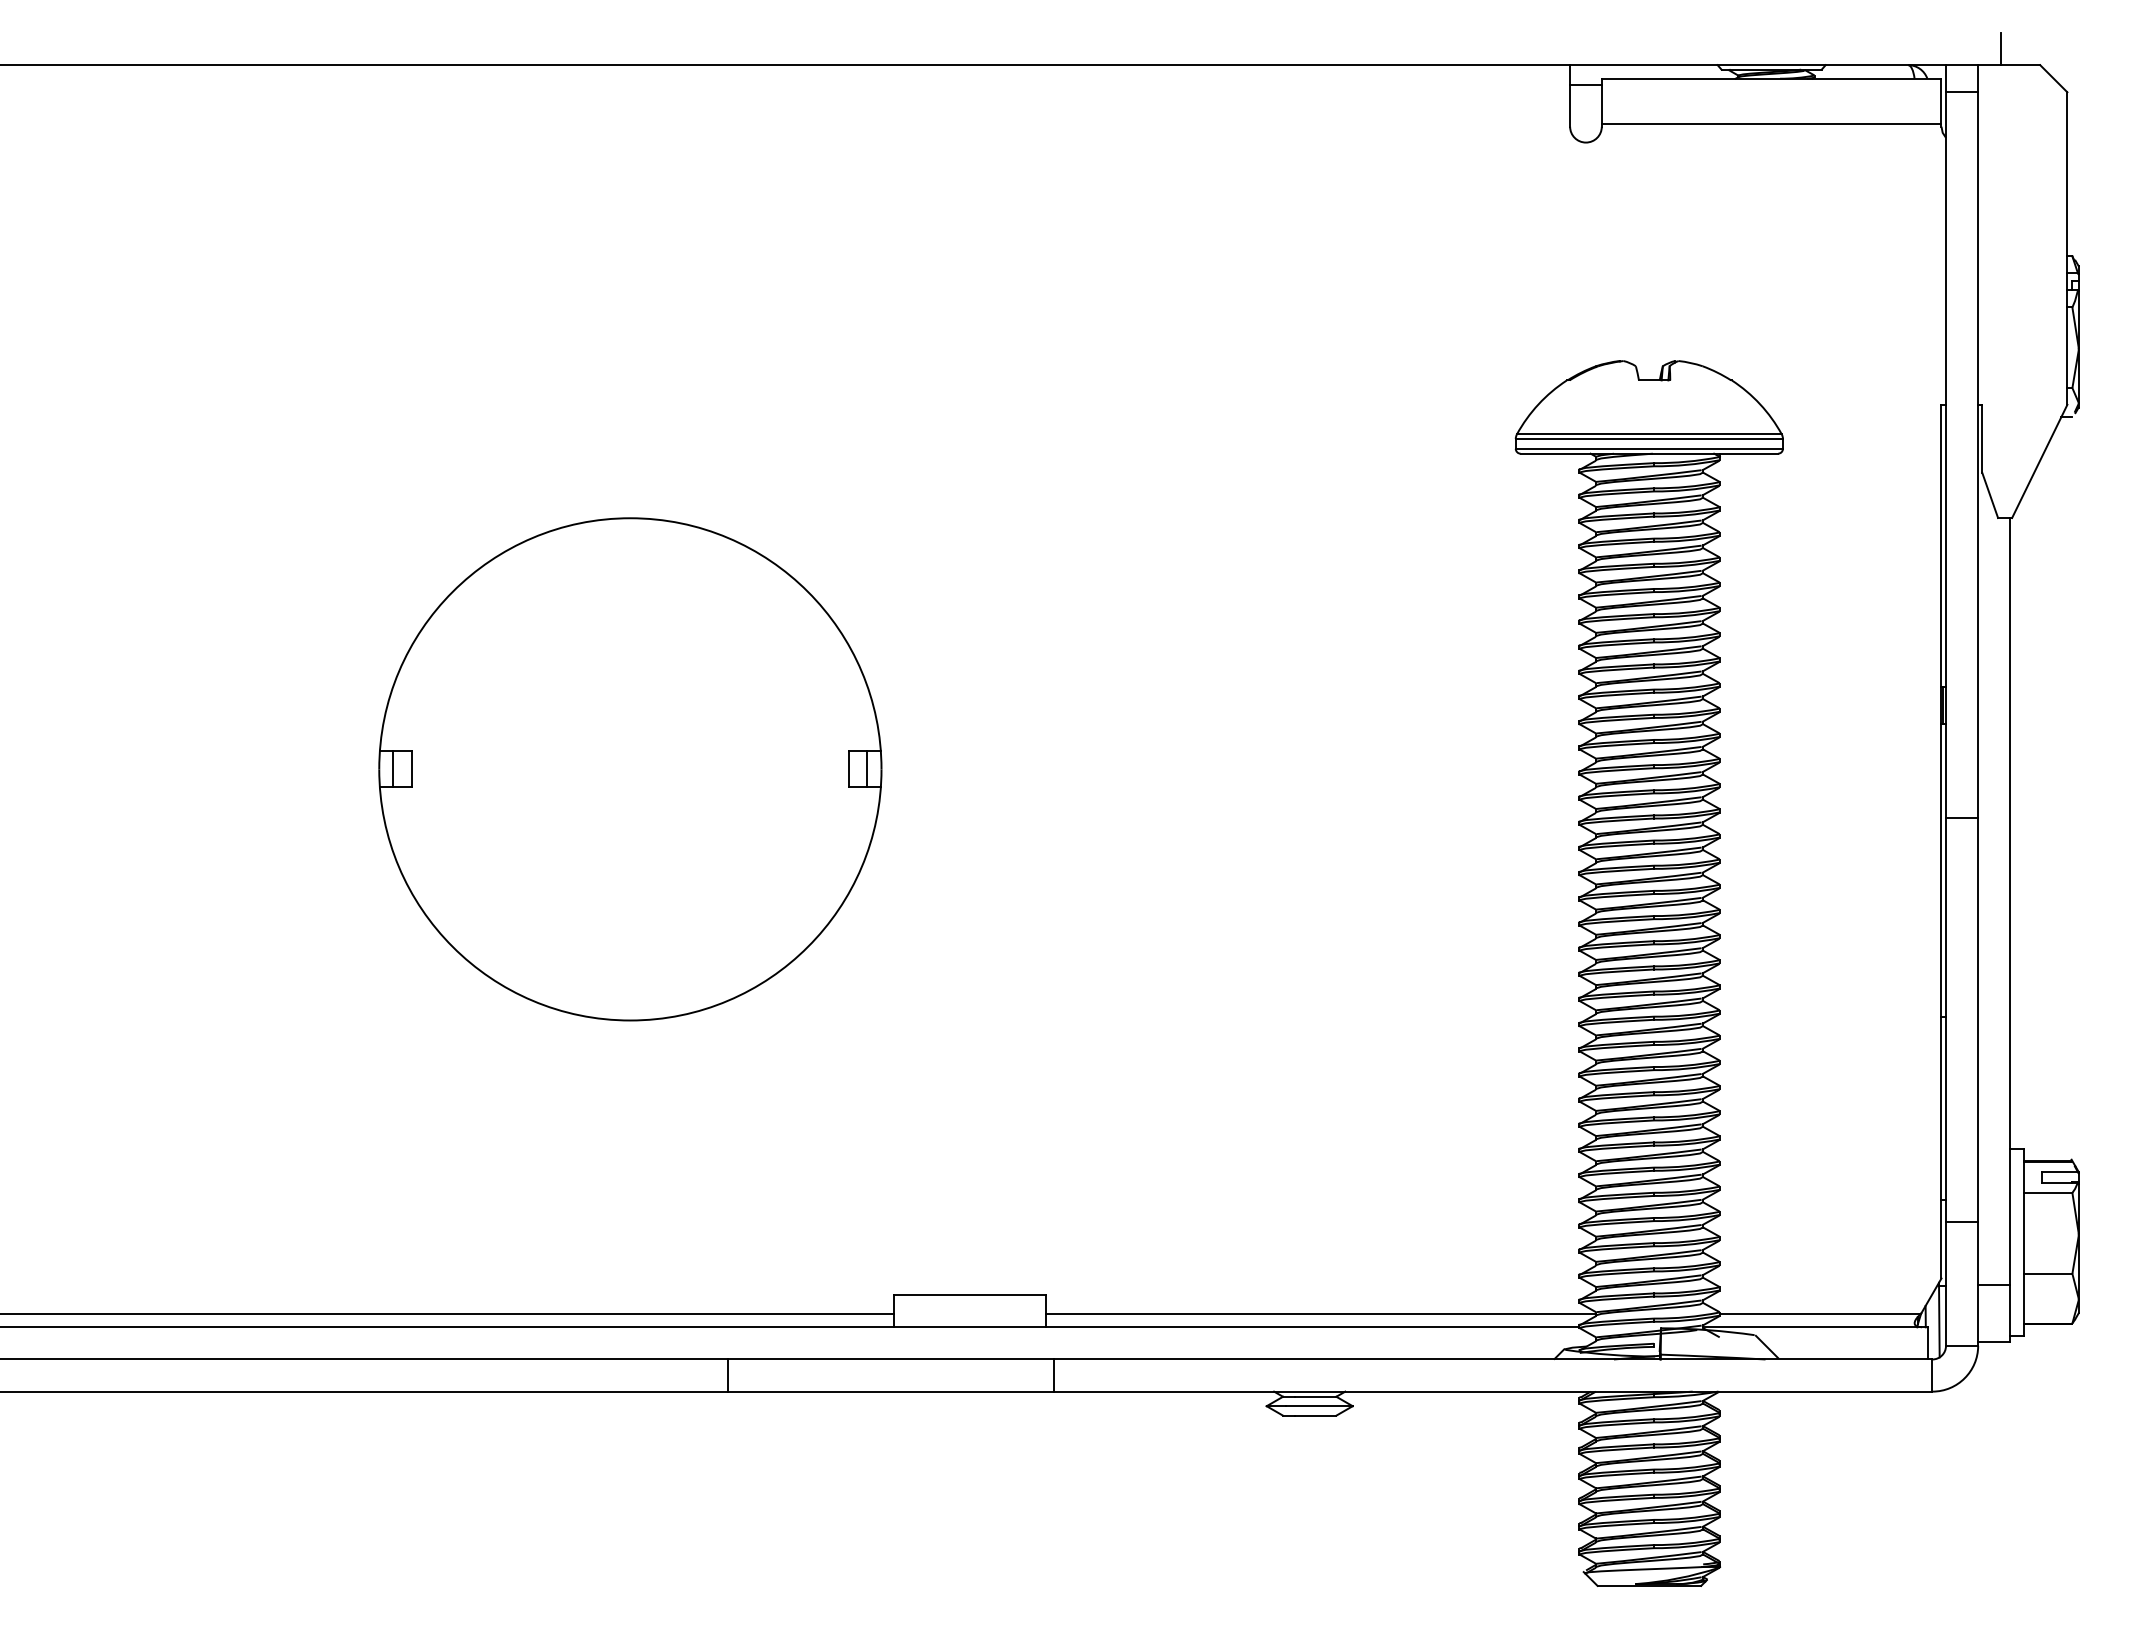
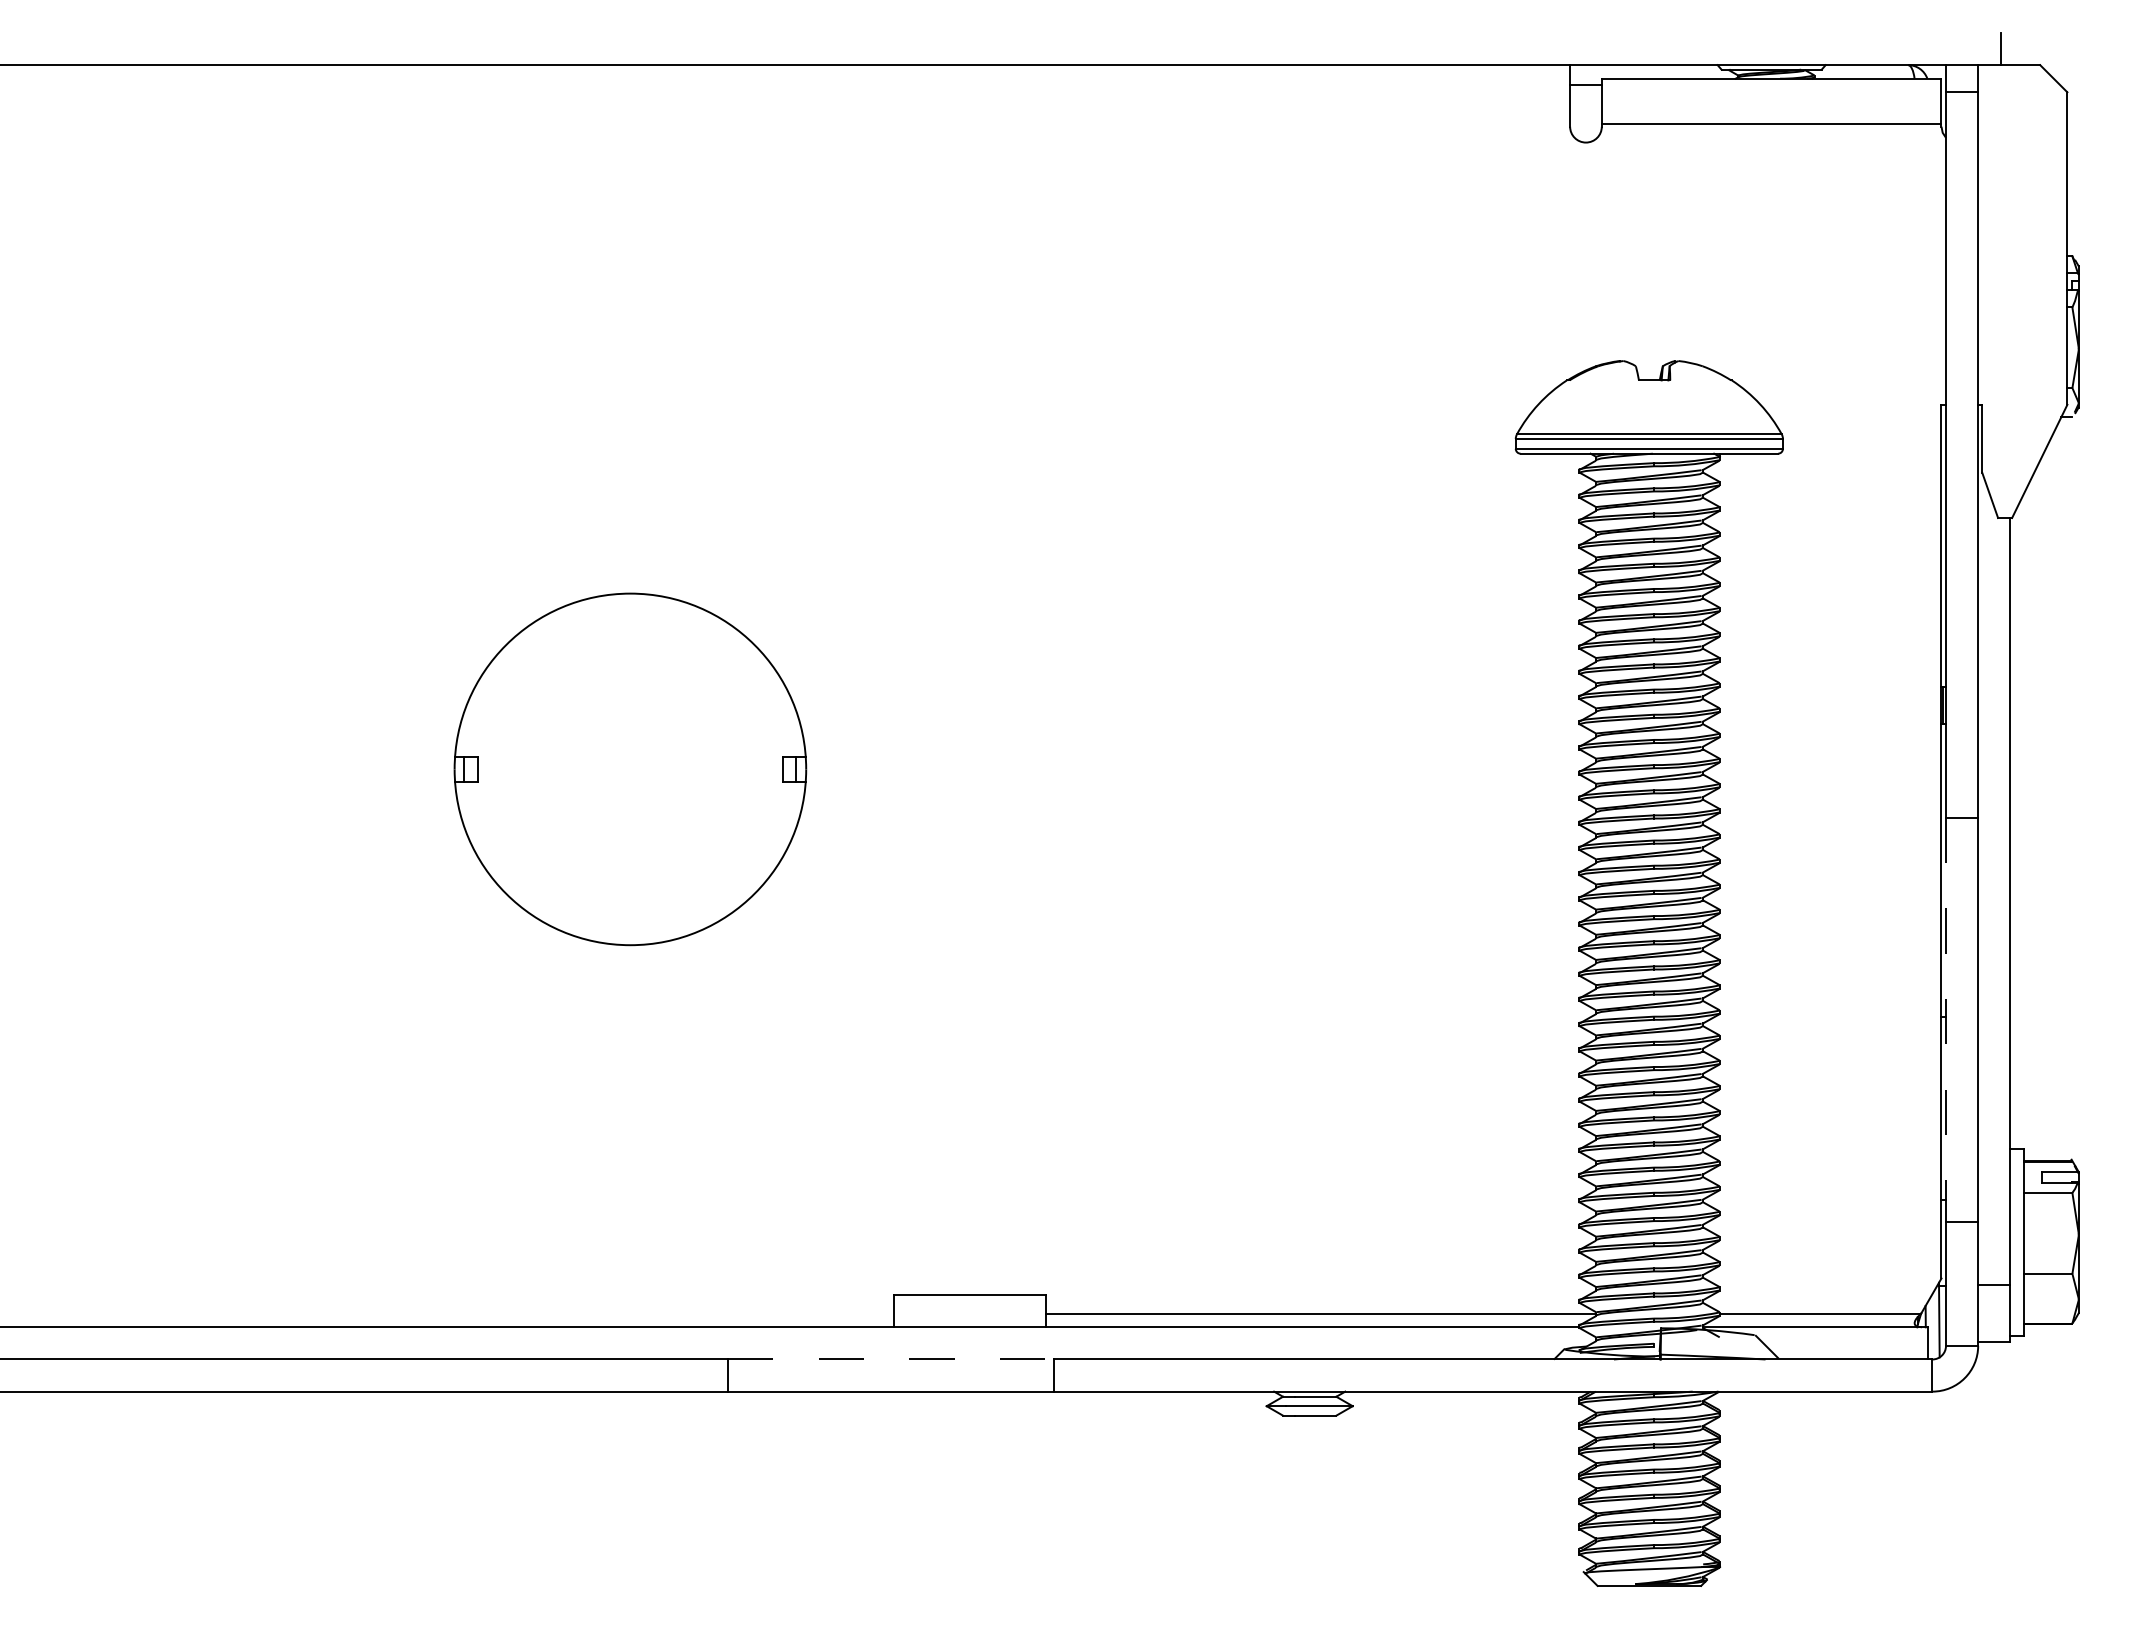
part at (630, 769) size: 505x505 px -> 355x355 px
line at (1946, 1019): solid -> dashed
line at (447, 1313): present -> none
line at (891, 1359): solid -> dashed
